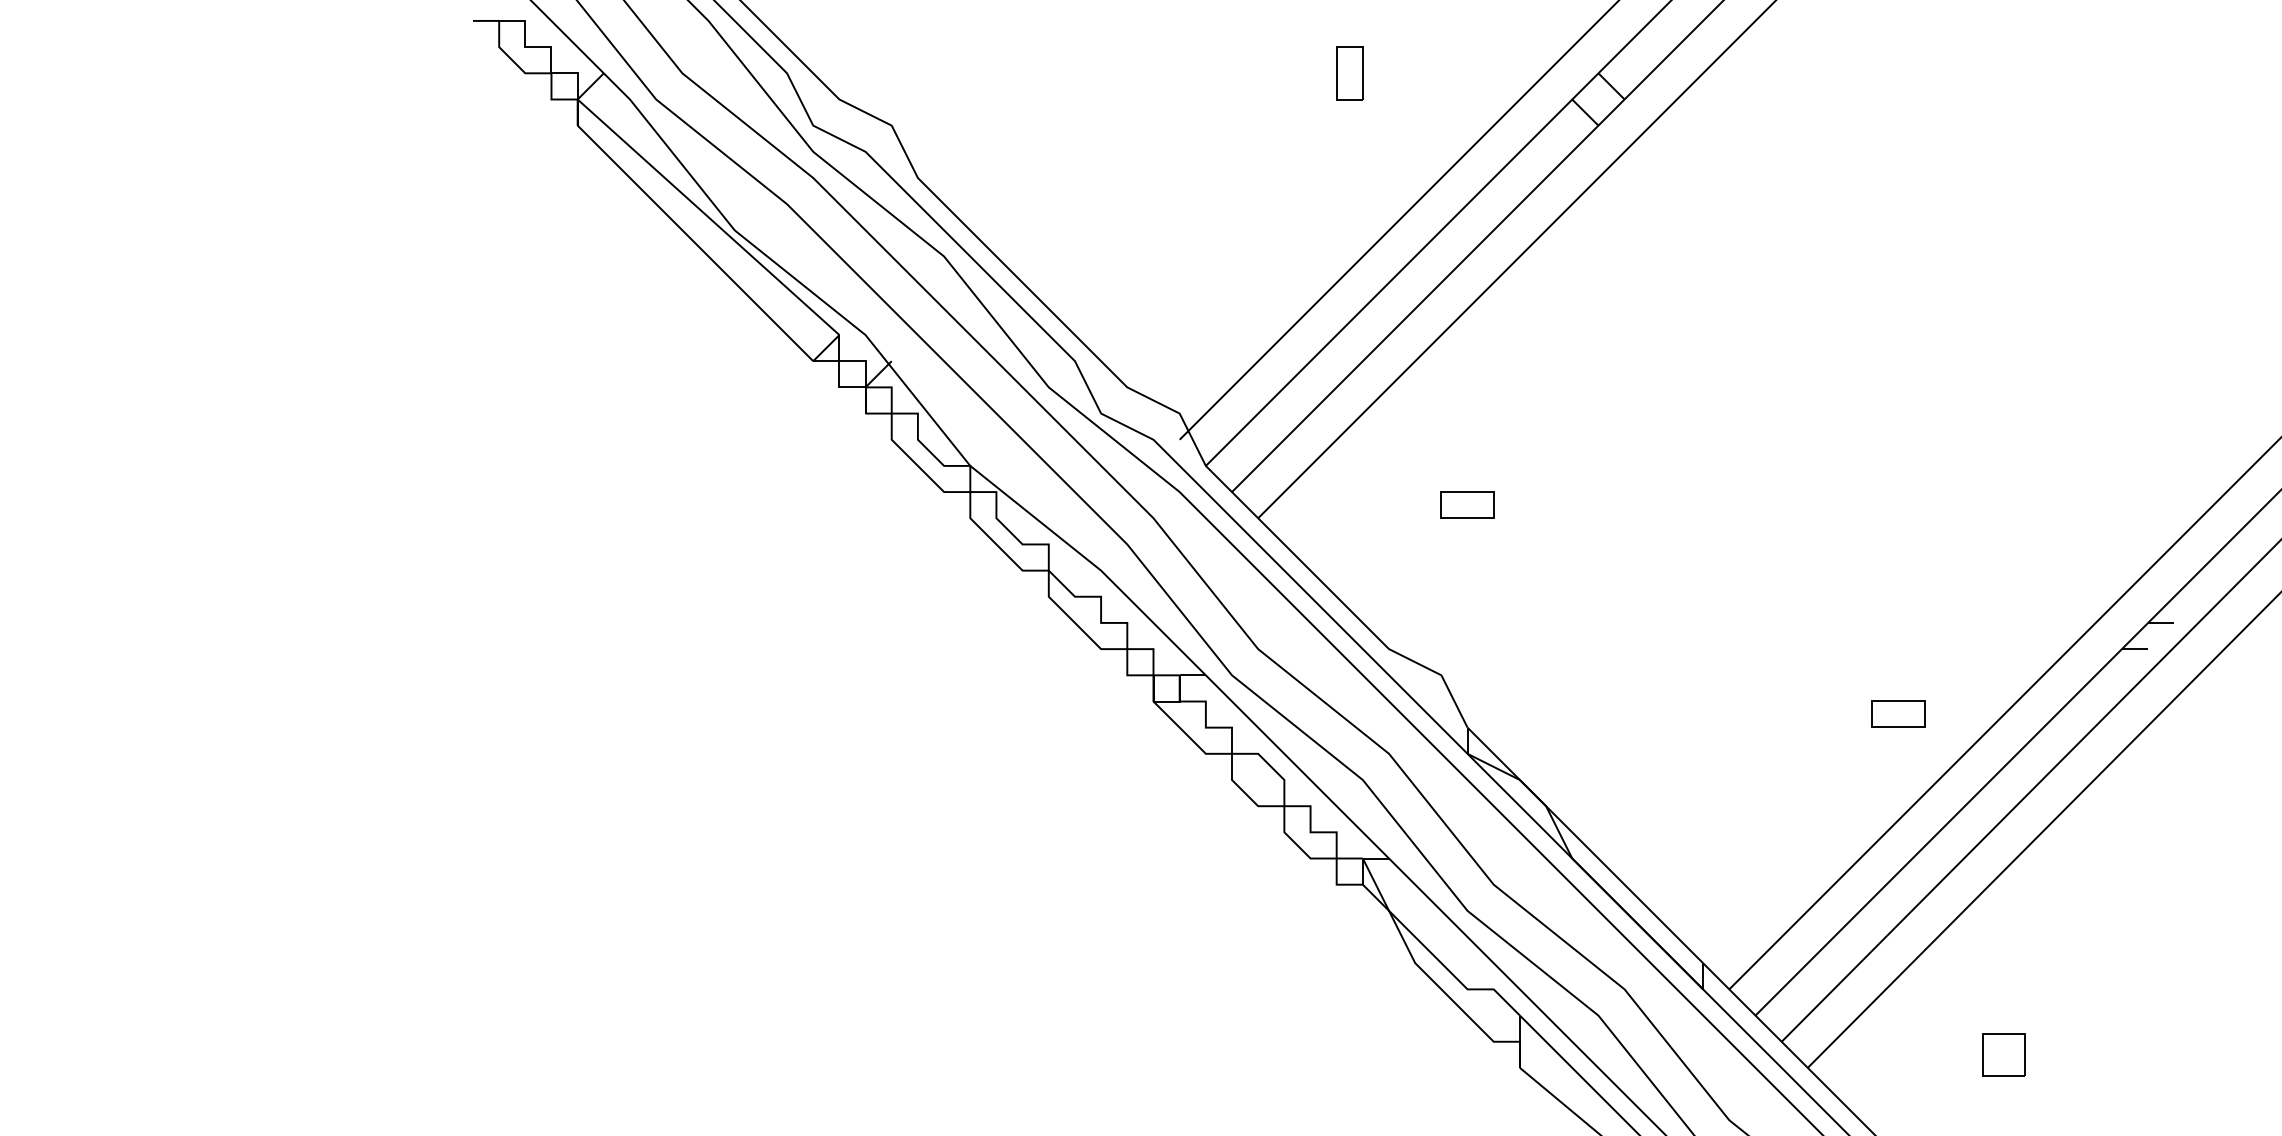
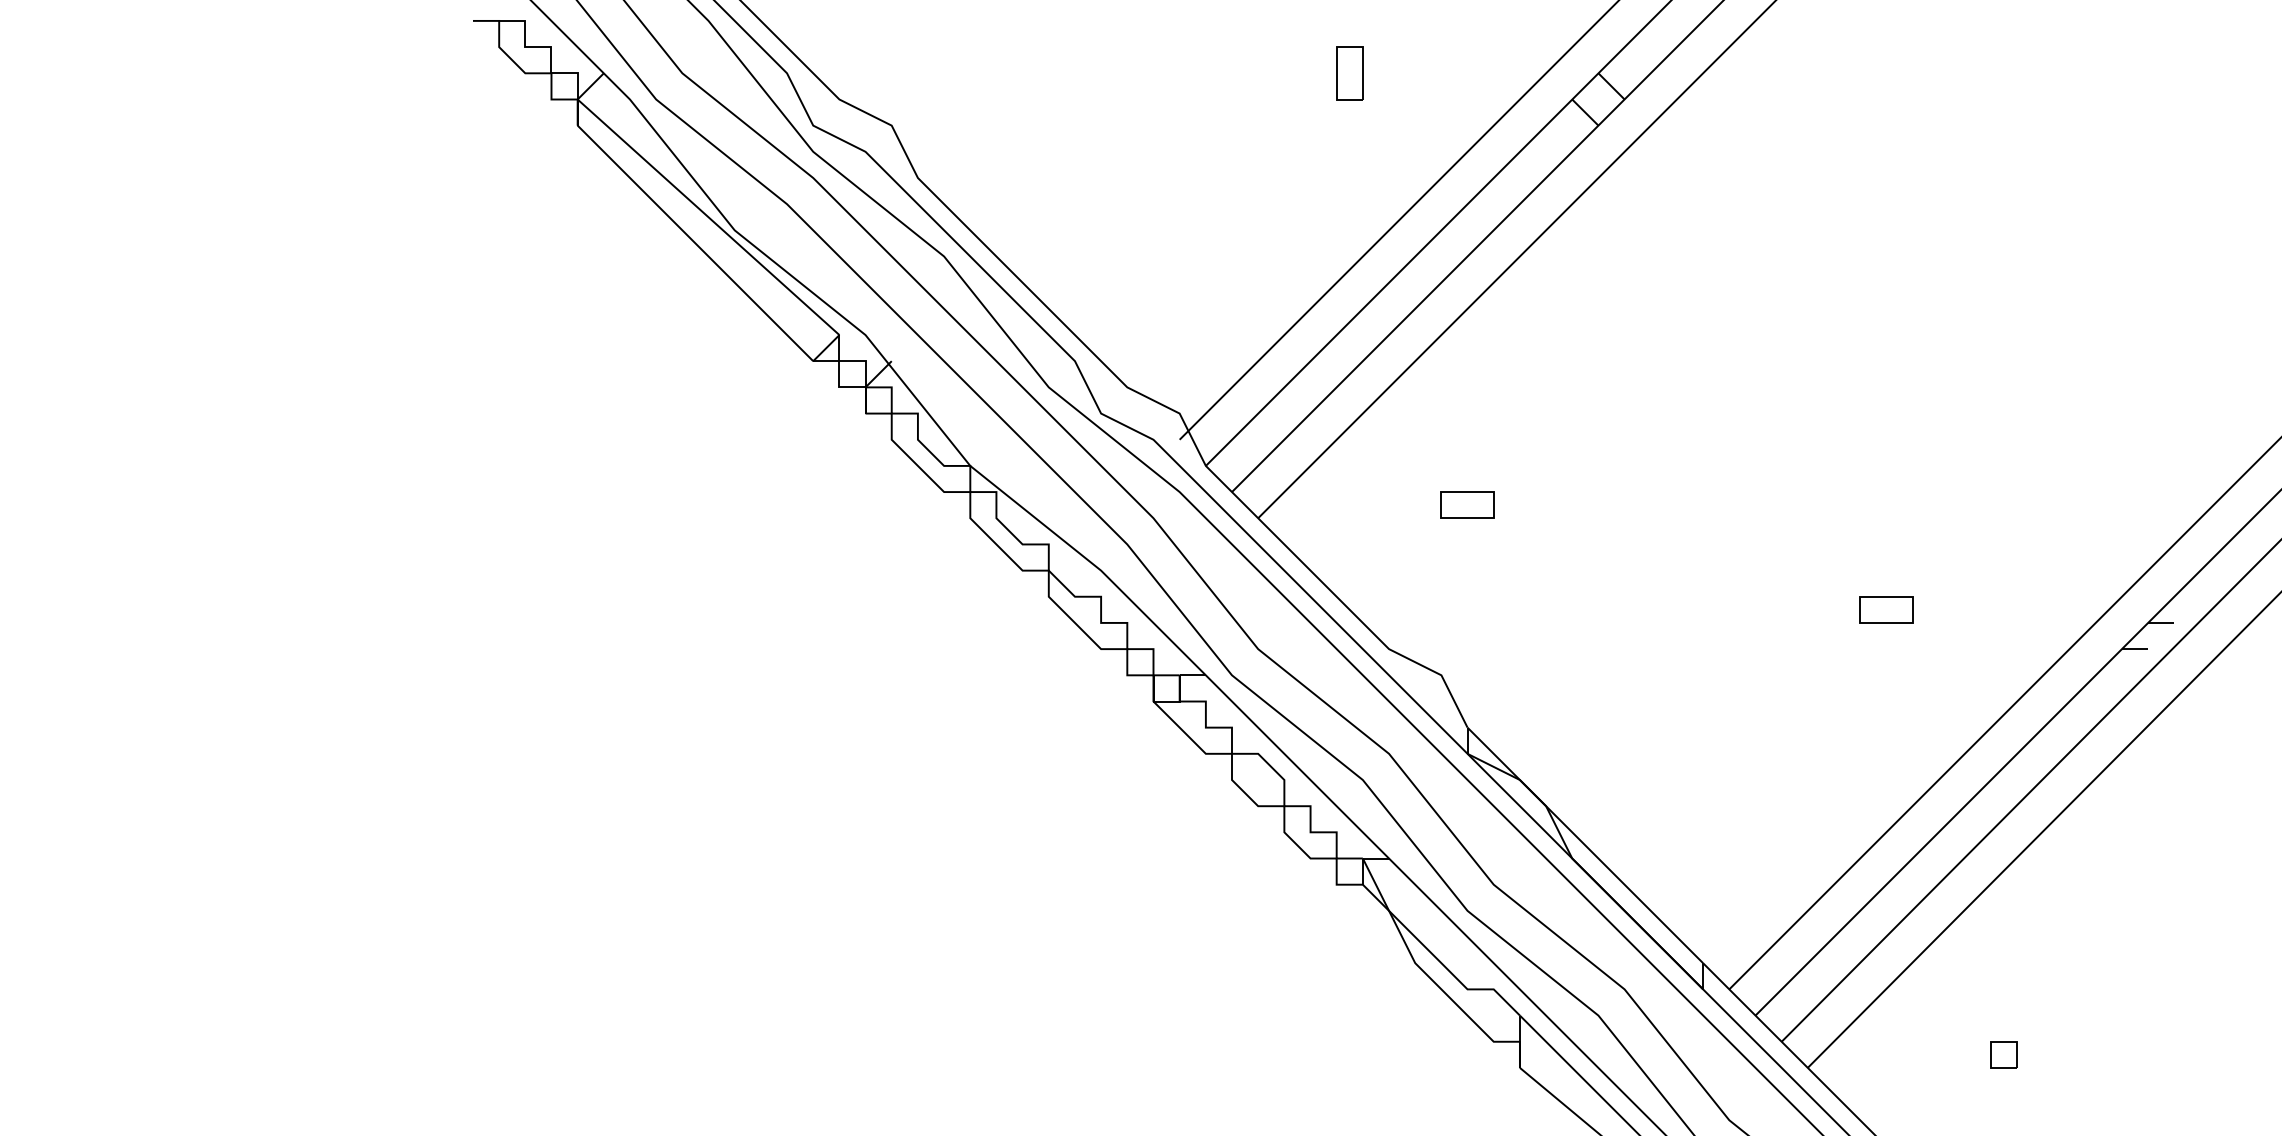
part at (1898, 713) position: (1898, 713) -> (1886, 609)
part at (2003, 1054) size: 44x44 px -> 28x28 px
